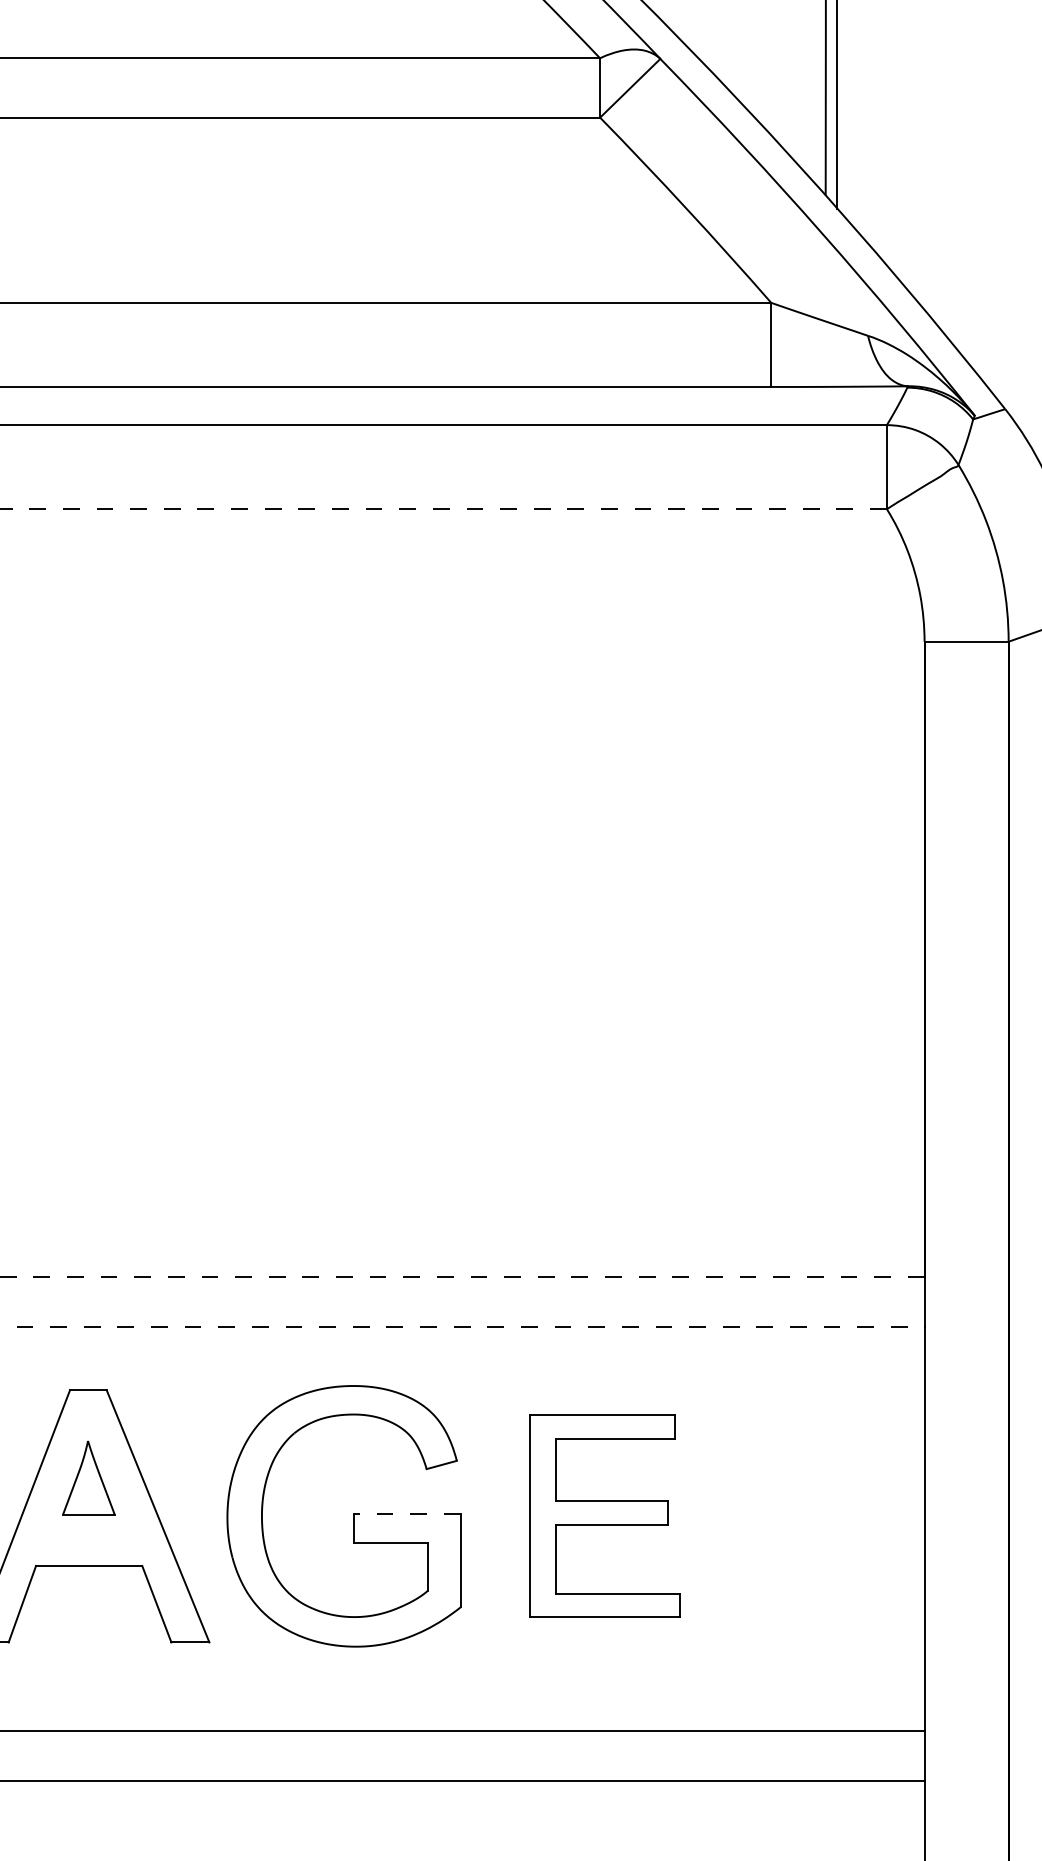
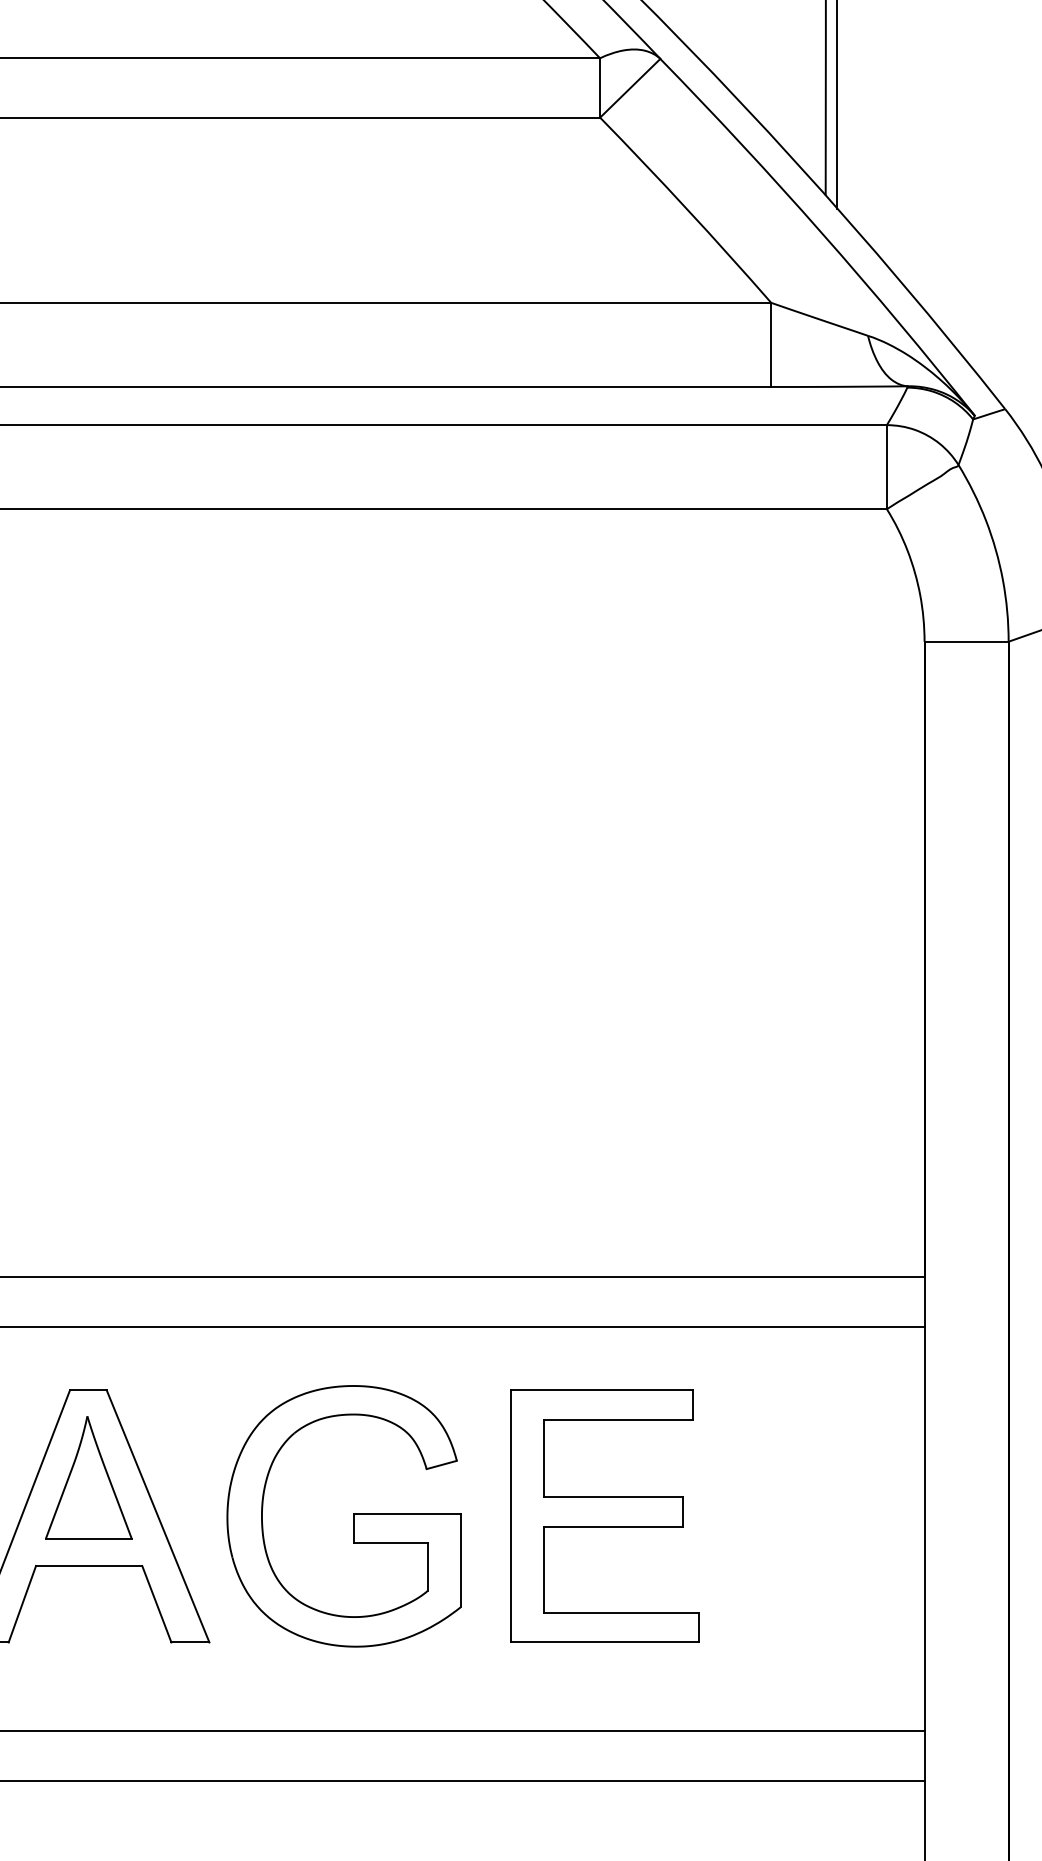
line at (443, 509): dashed -> solid
line at (462, 1276): dashed -> solid
line at (462, 1327): dashed -> solid
part at (88, 1477) size: 54x76 px -> 88x124 px
line at (406, 1513): dashed -> solid
part at (604, 1515) size: 152x204 px -> 190x254 px
